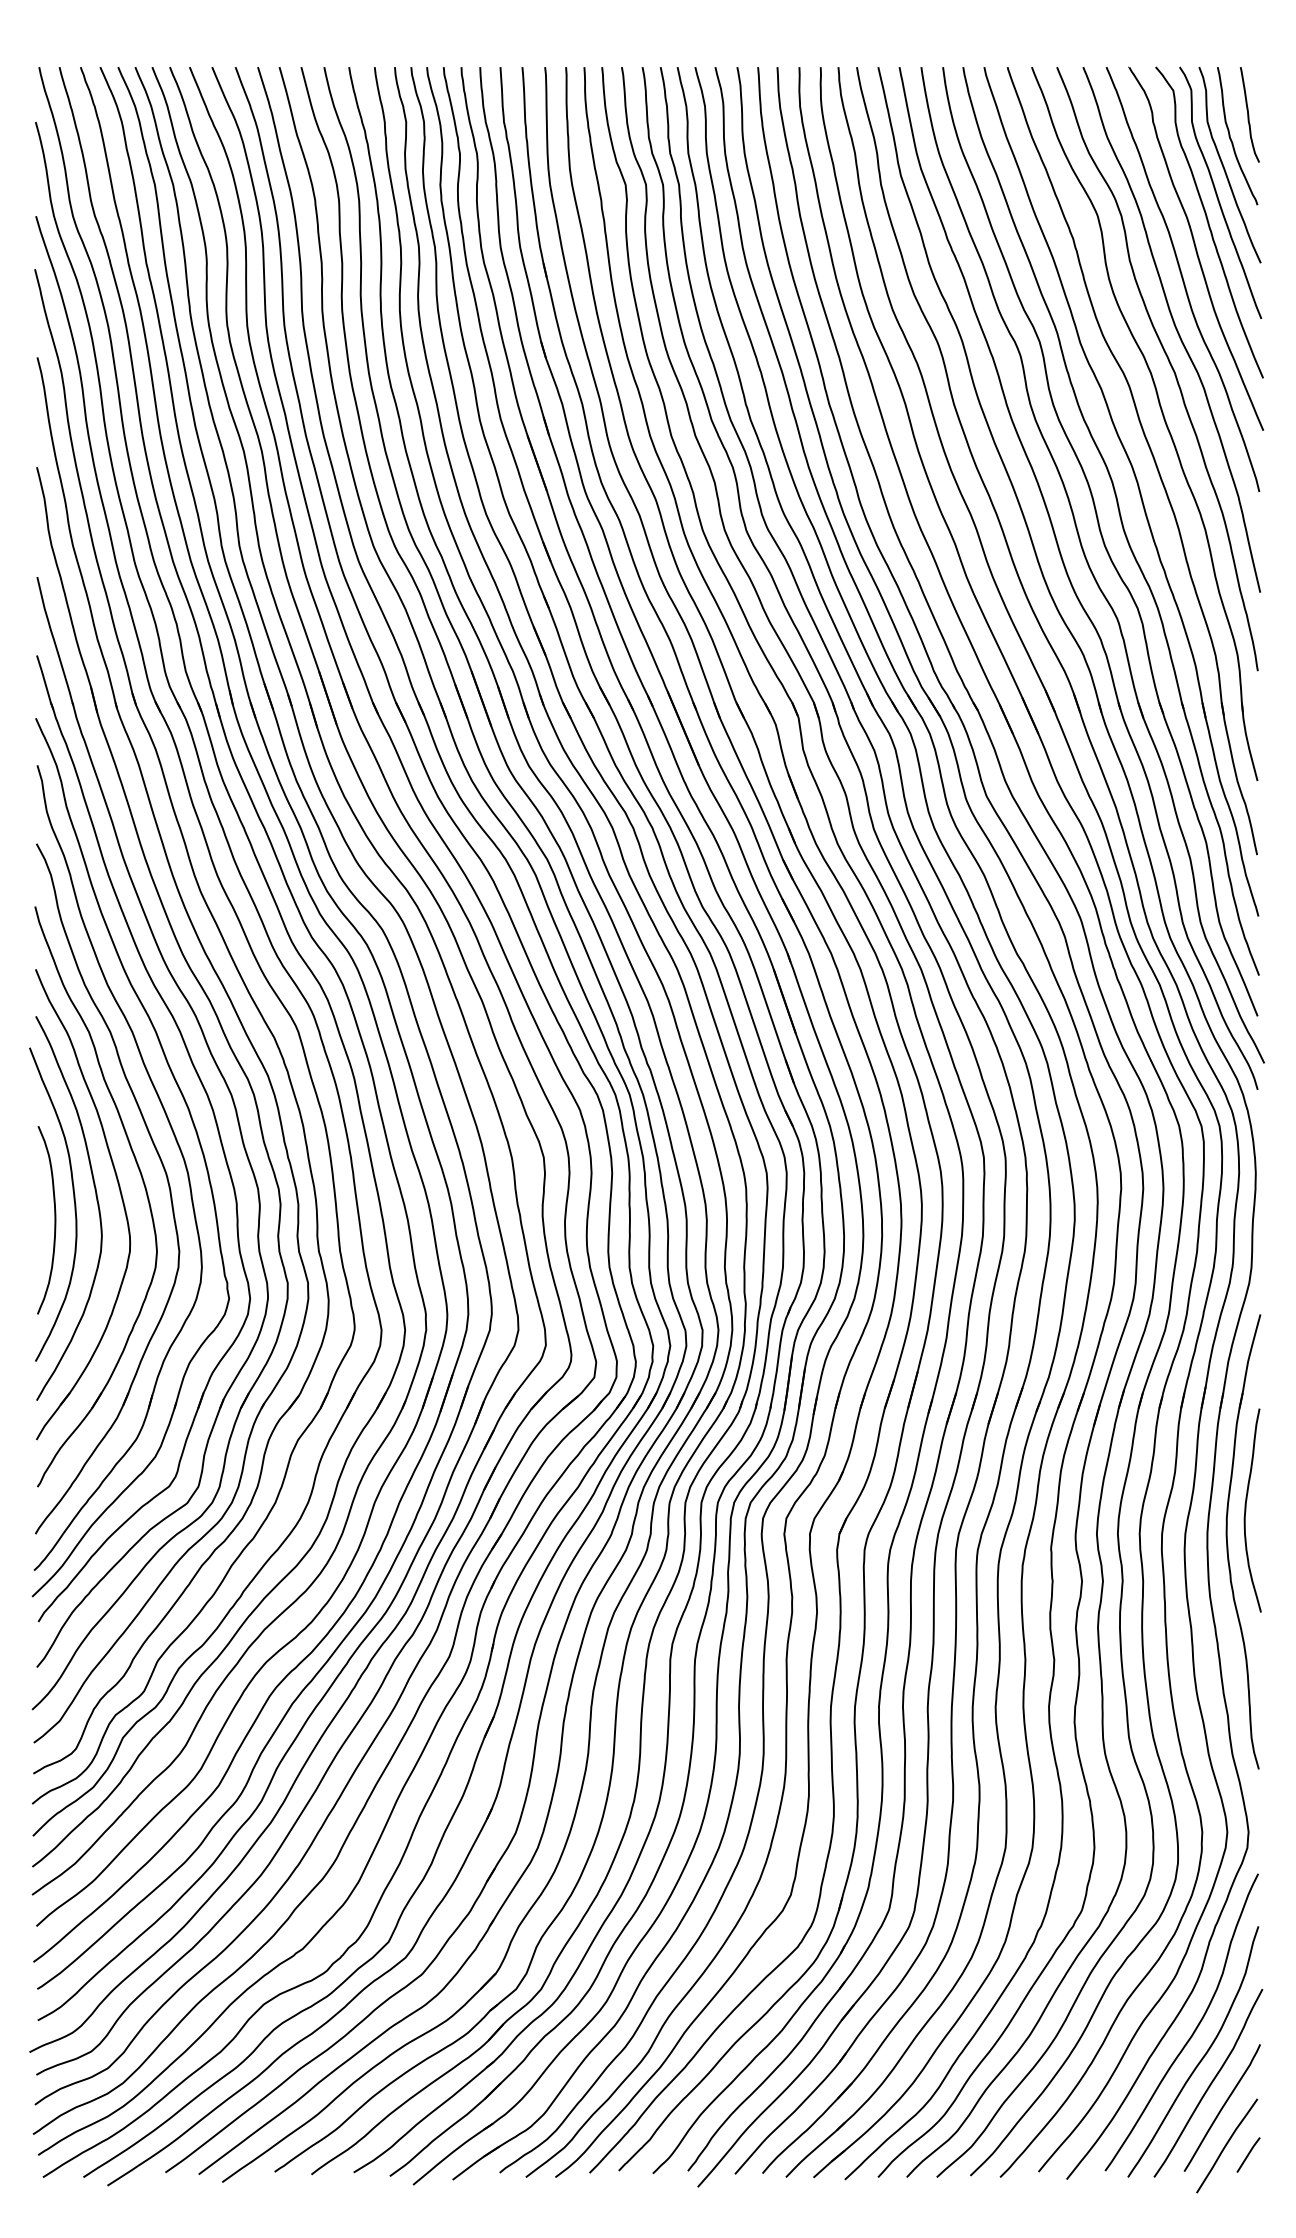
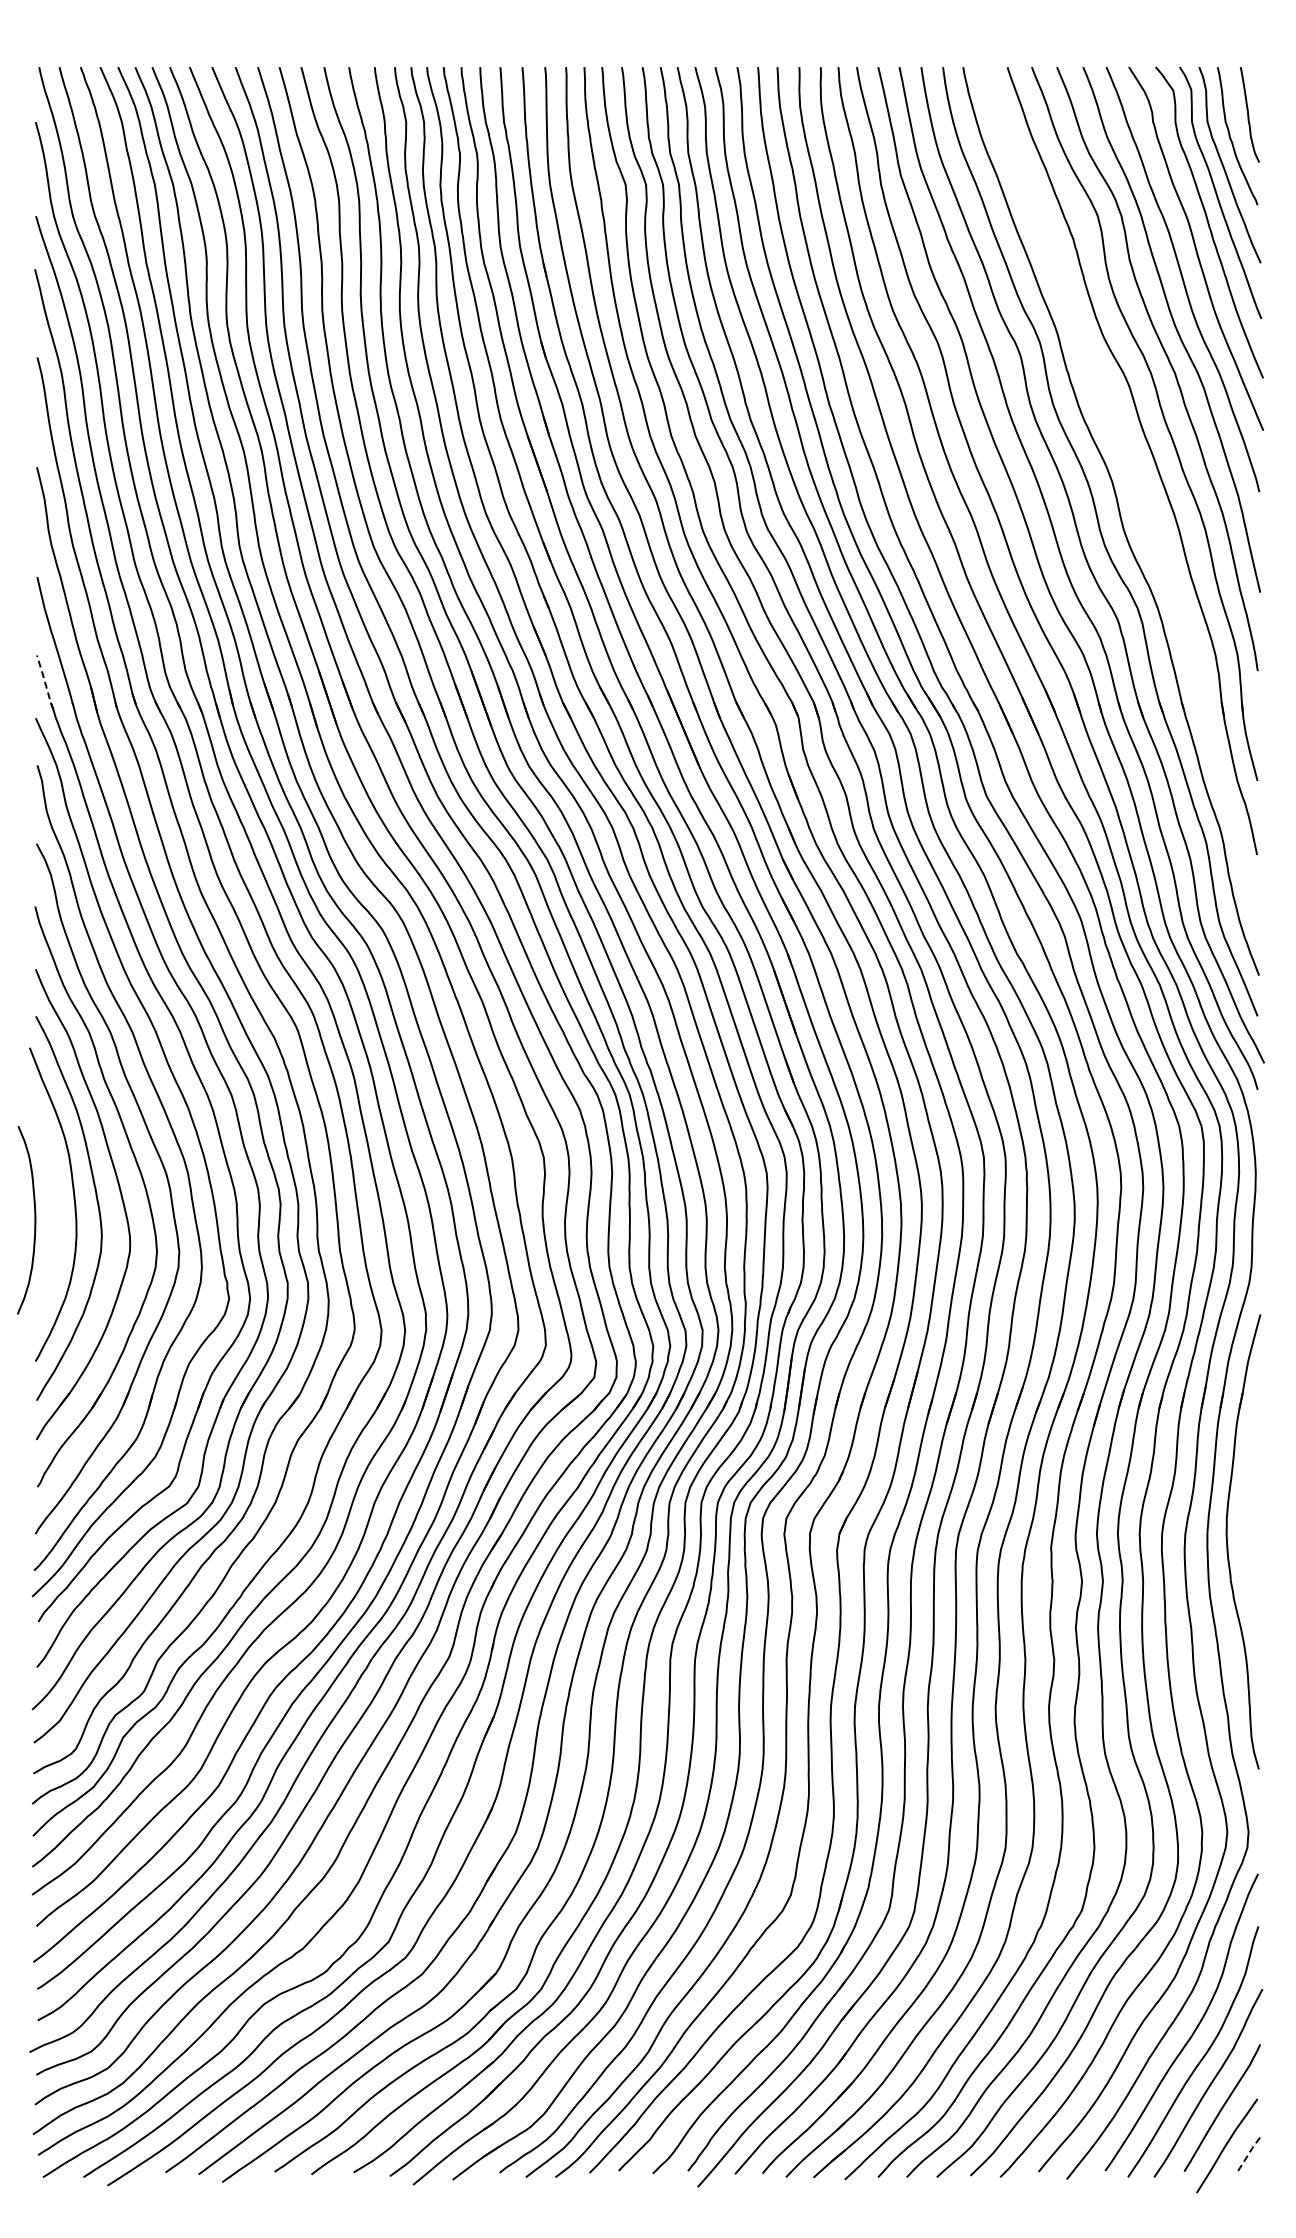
part at (1137, 487): present -> none
line at (45, 682): solid -> dashed
curve at (54, 1220) position: (54, 1220) -> (34, 1220)
curve at (1246, 1510): present -> none
line at (1248, 2154): solid -> dashed
